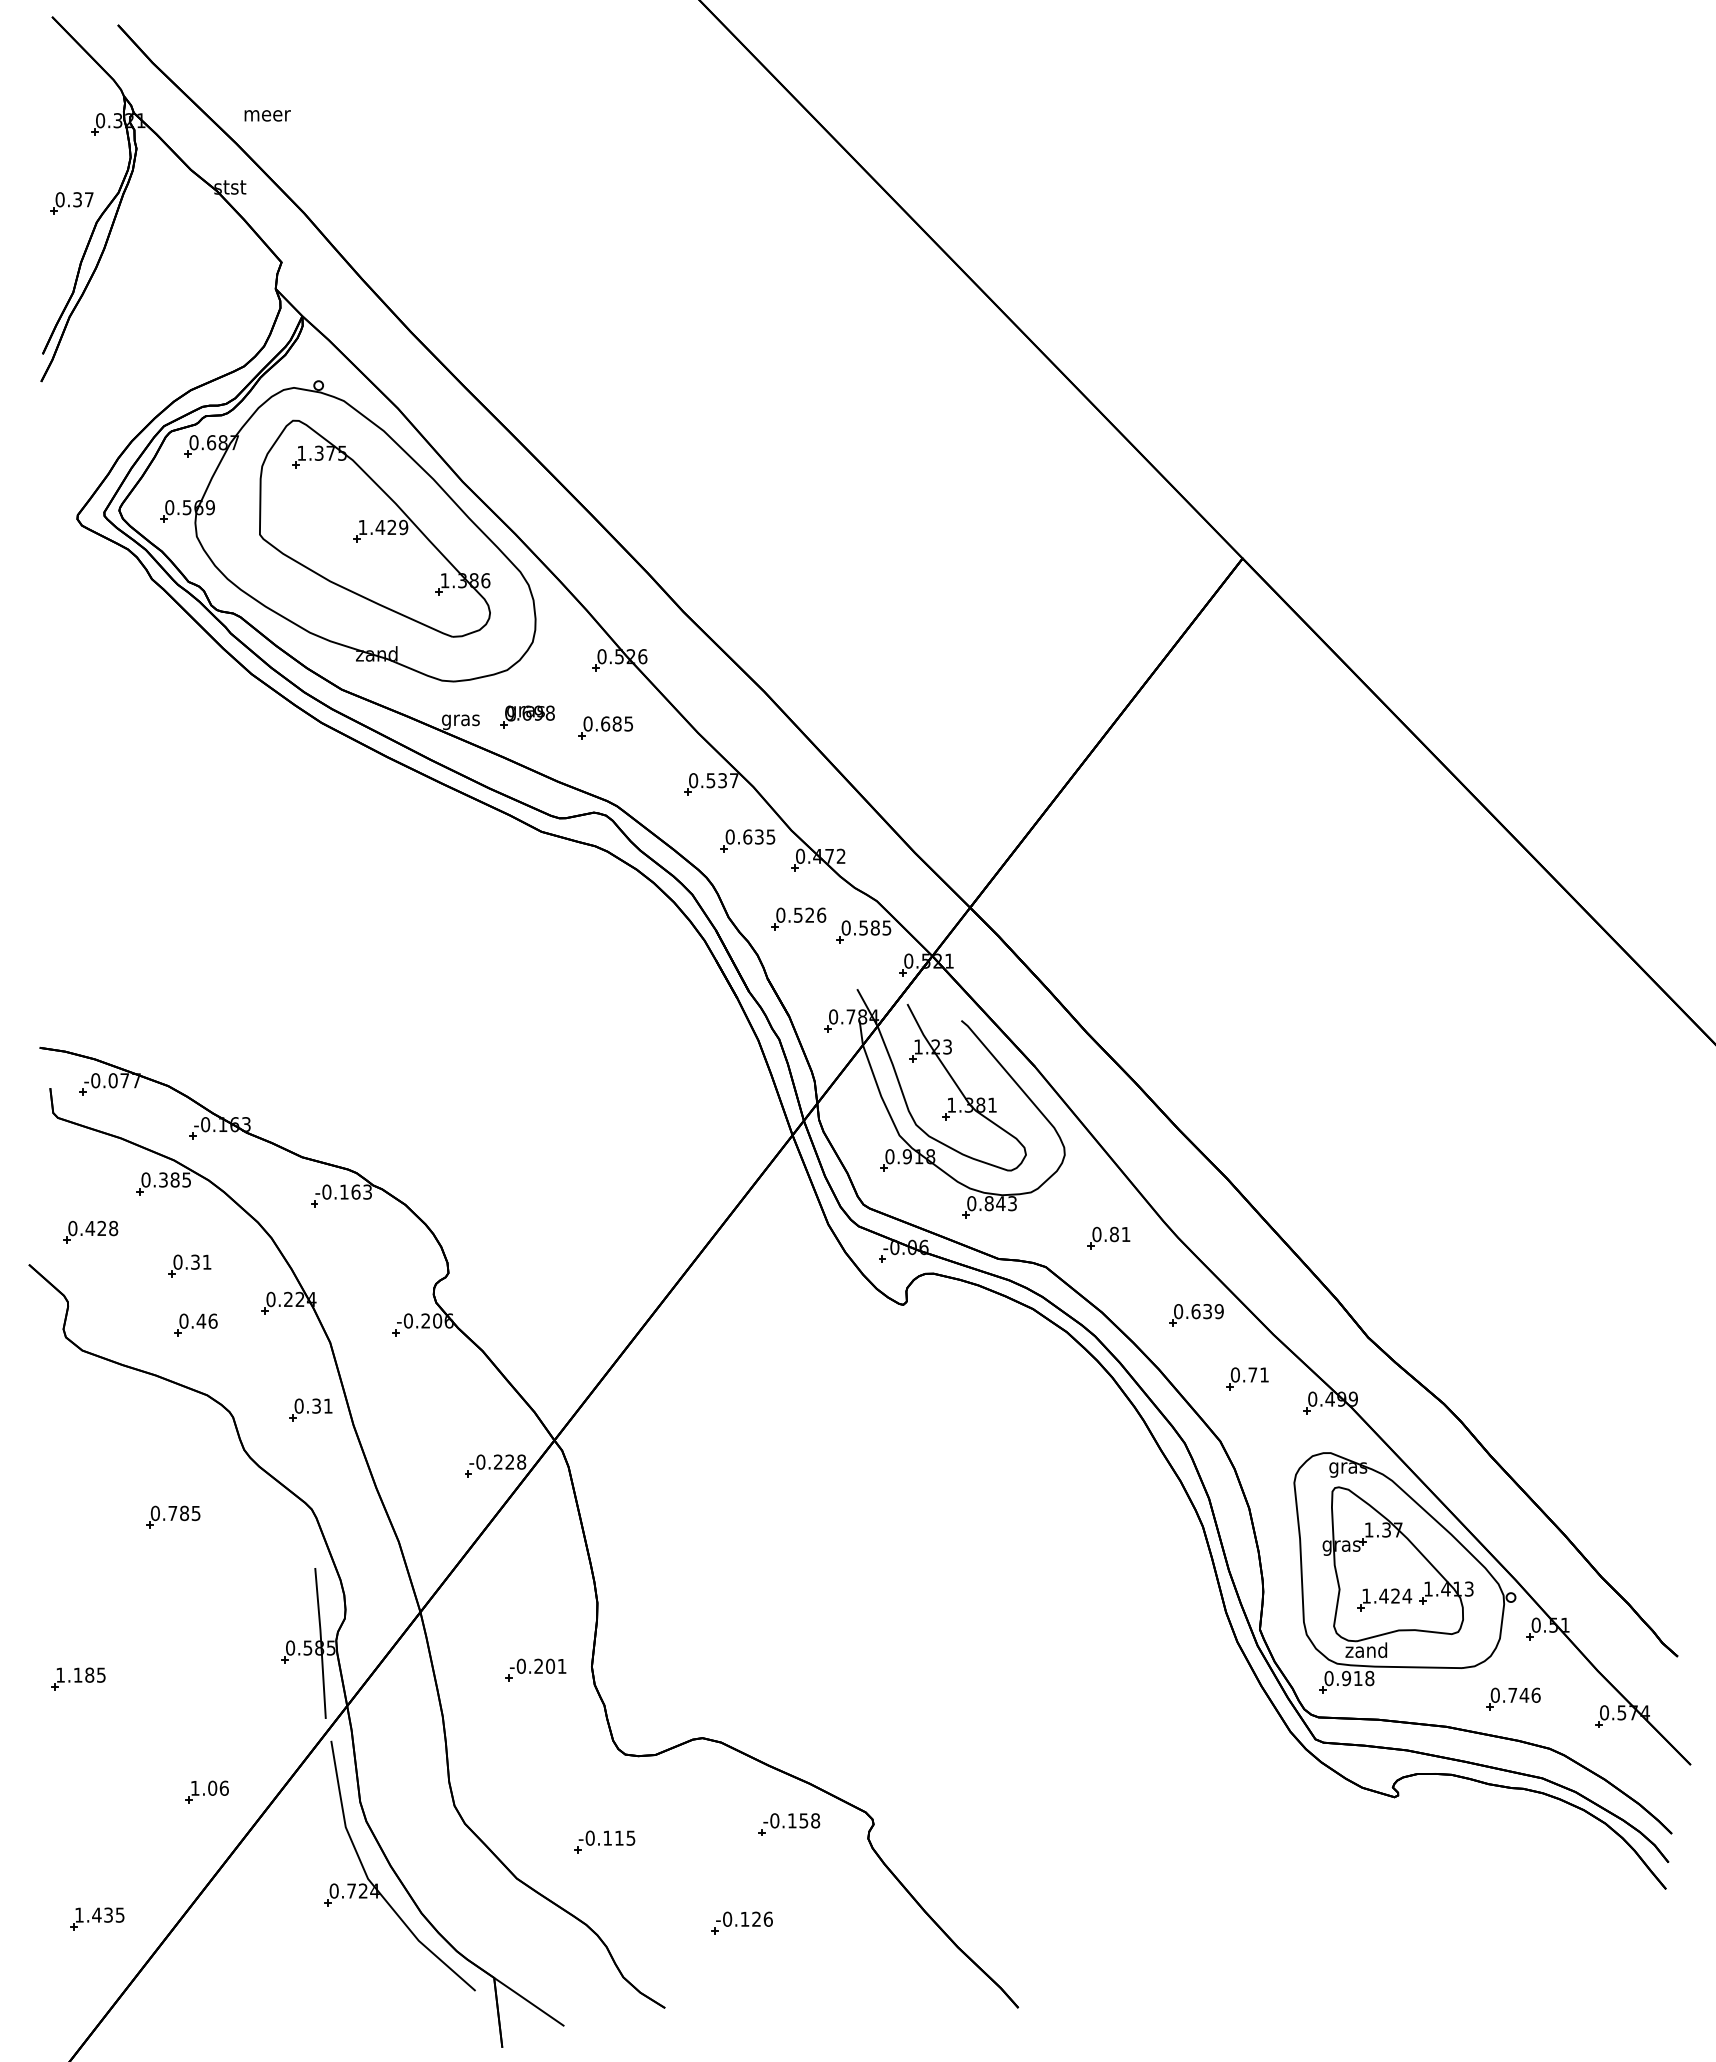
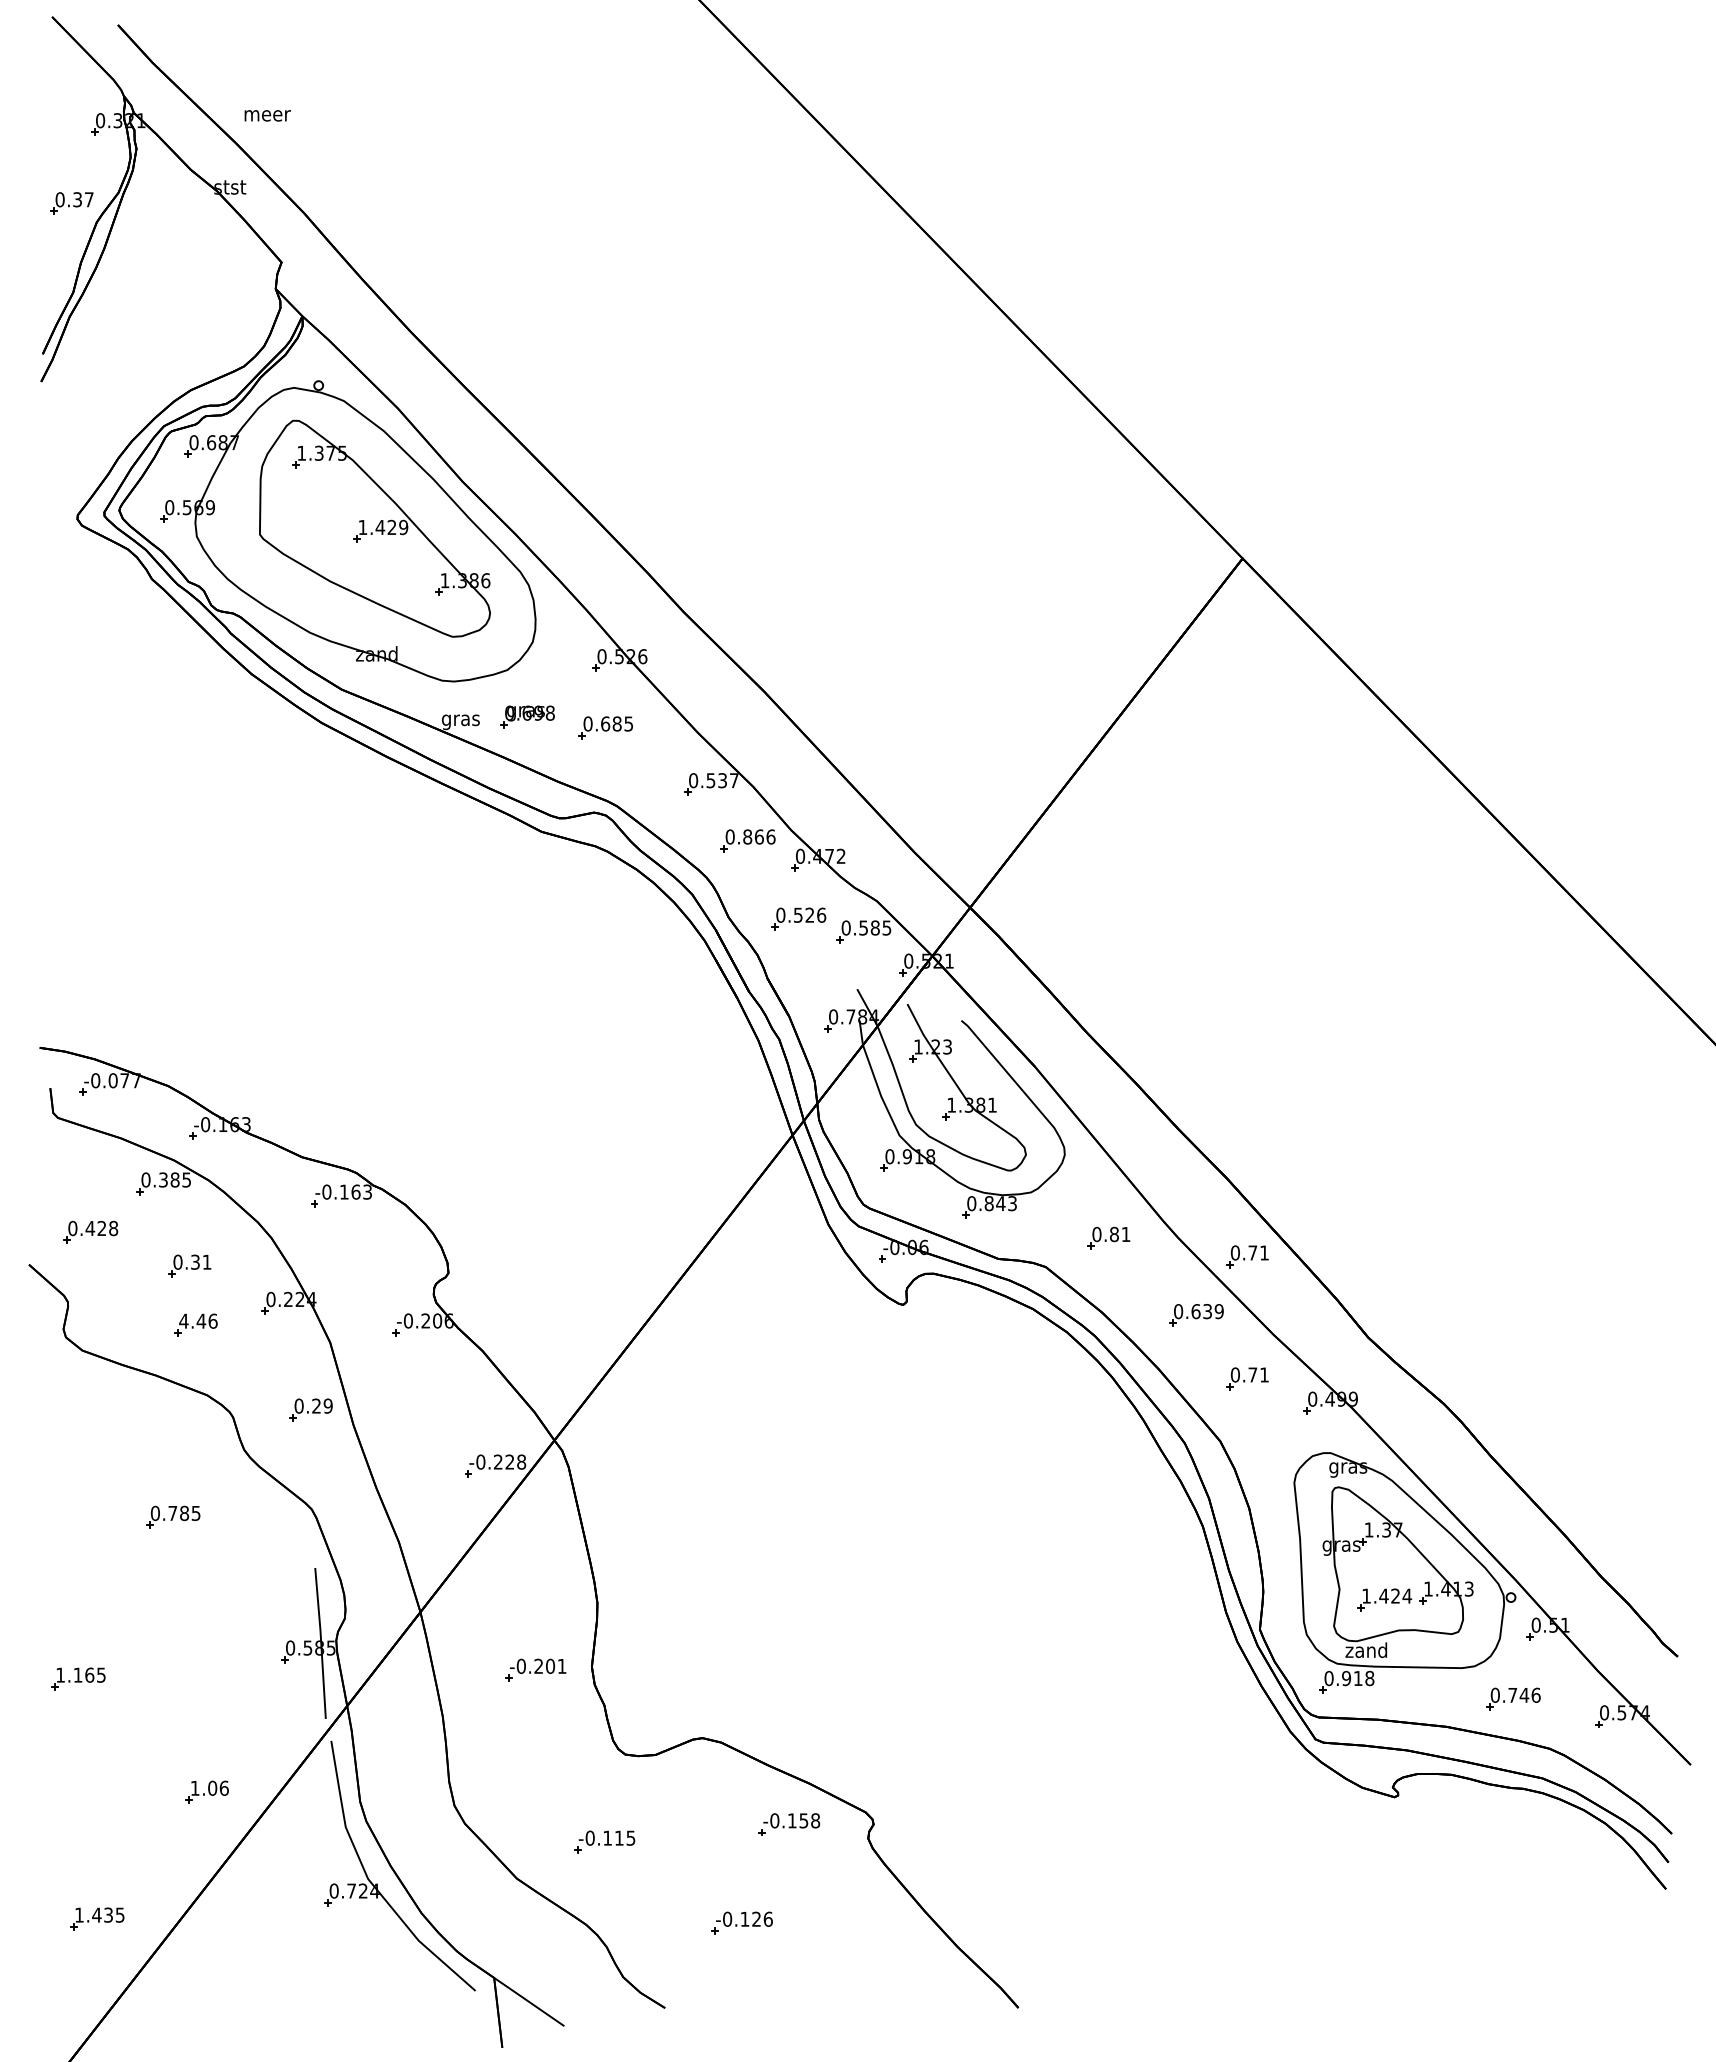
text at (759, 836): 0.635 -> 0.866
part at (1247, 1256): none -> present
text at (183, 1320): 0.46 -> 4.46
text at (322, 1405): 0.31 -> 0.29
text at (89, 1674): 1.185 -> 1.165
